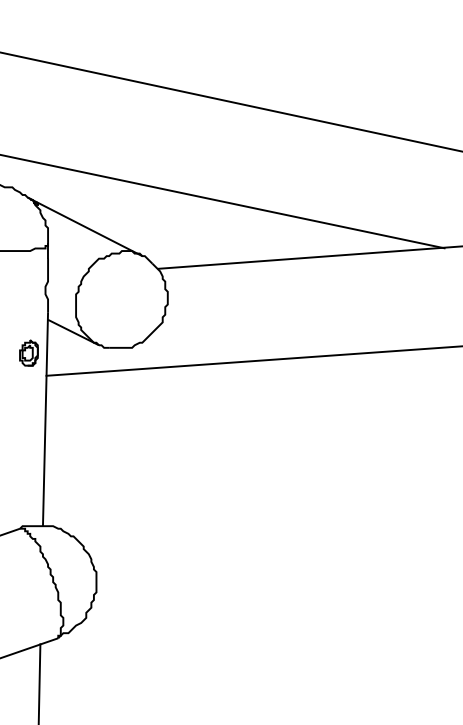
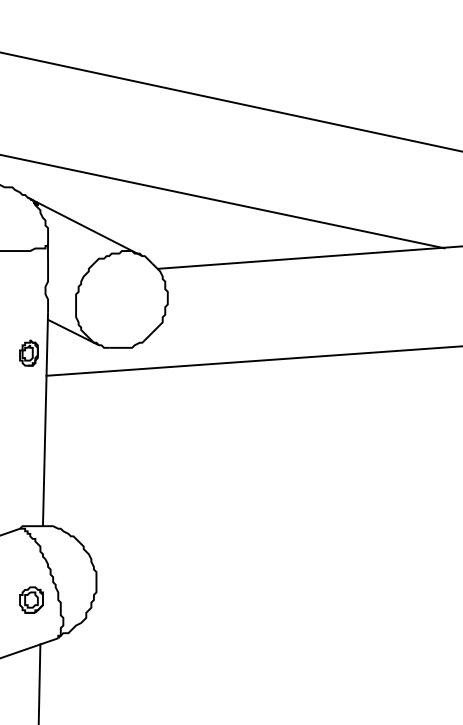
part at (31, 599): none -> present
